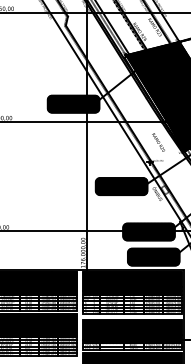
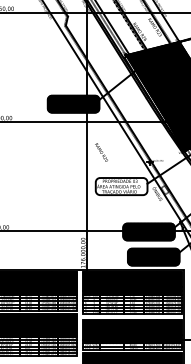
text at (158, 142) position: (158, 142) -> (101, 152)
hatch at (121, 186): present -> none
